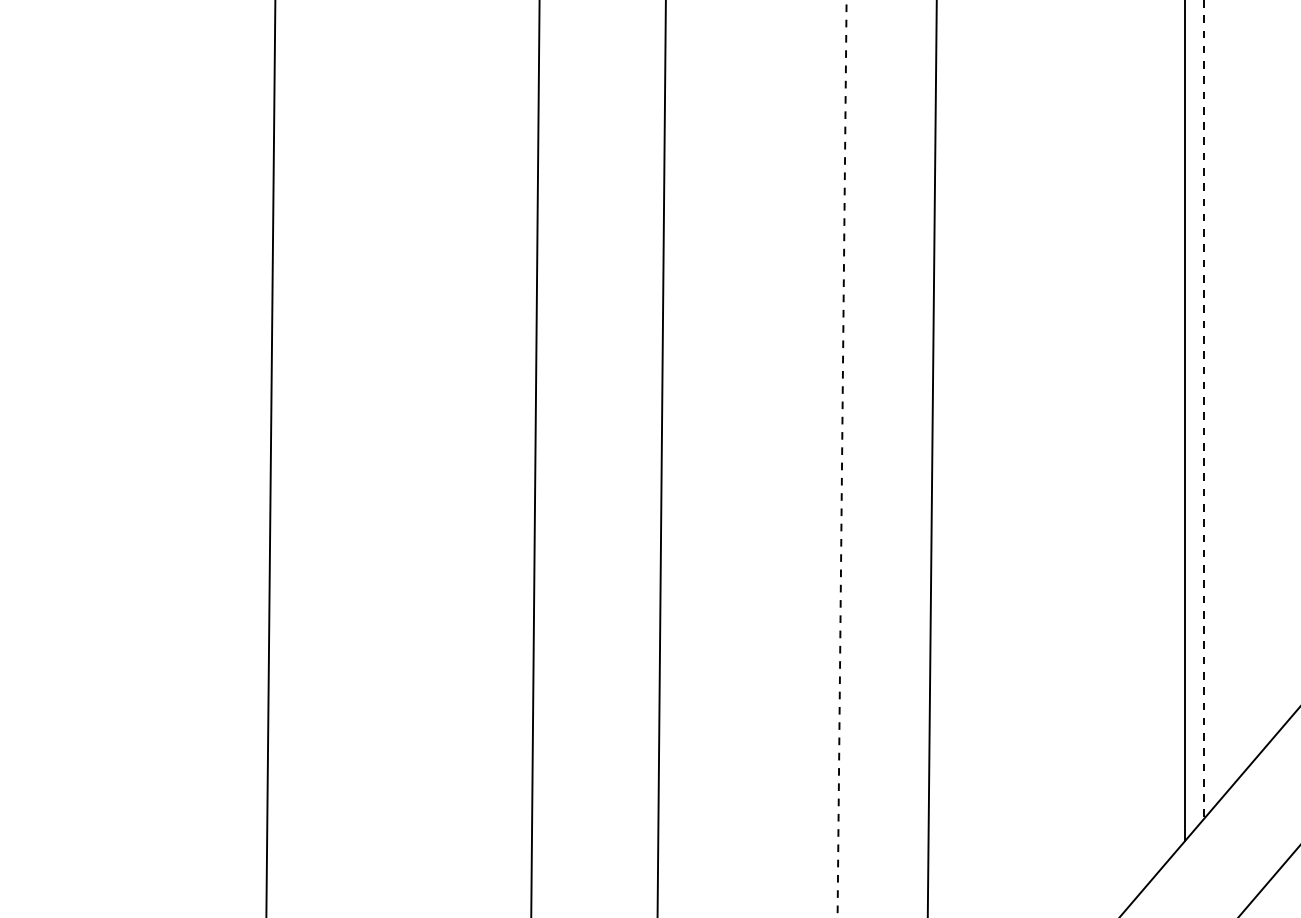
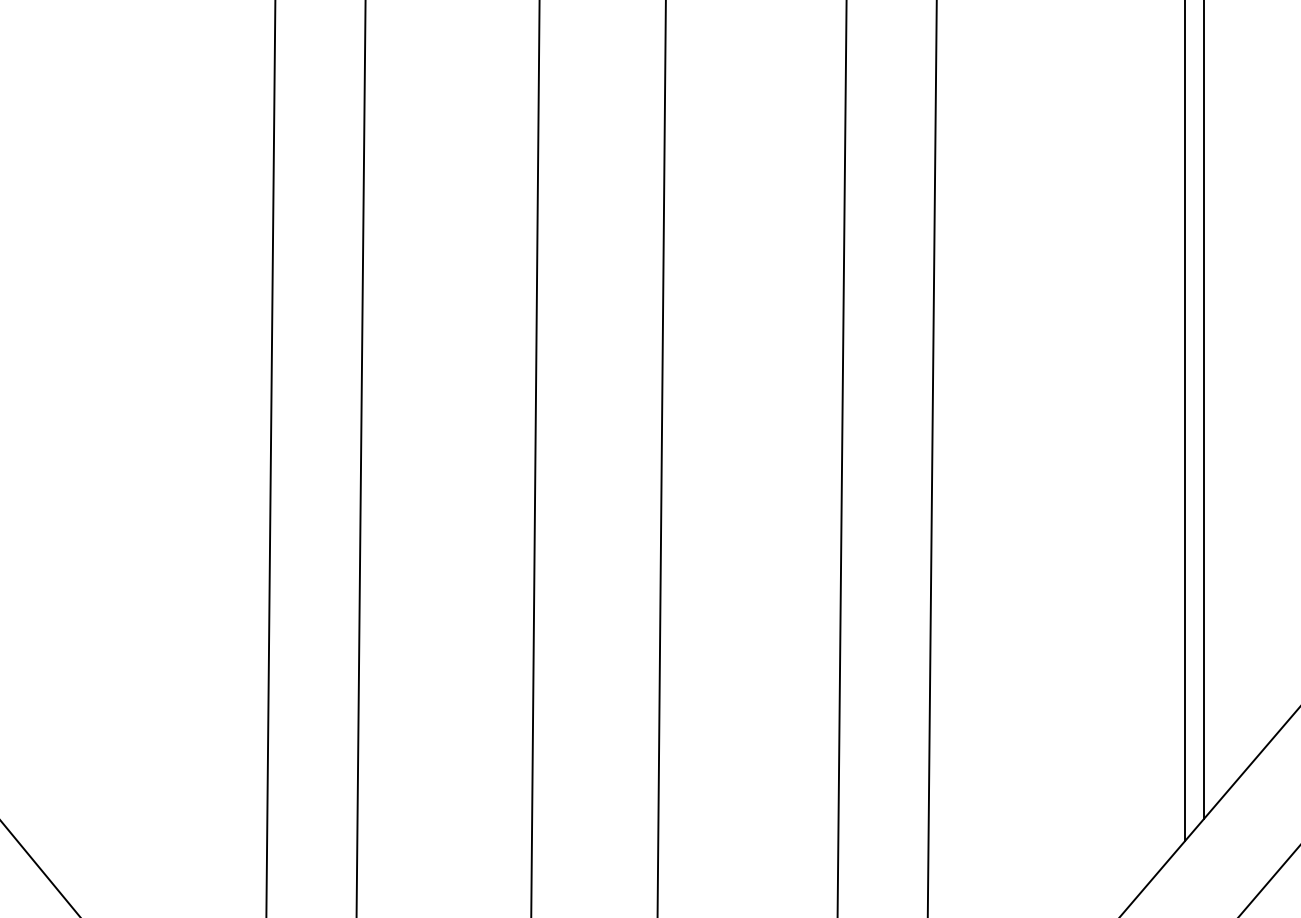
line at (1204, 410): dashed -> solid
line at (360, 458): none -> present
line at (842, 459): dashed -> solid
line at (40, 868): none -> present
